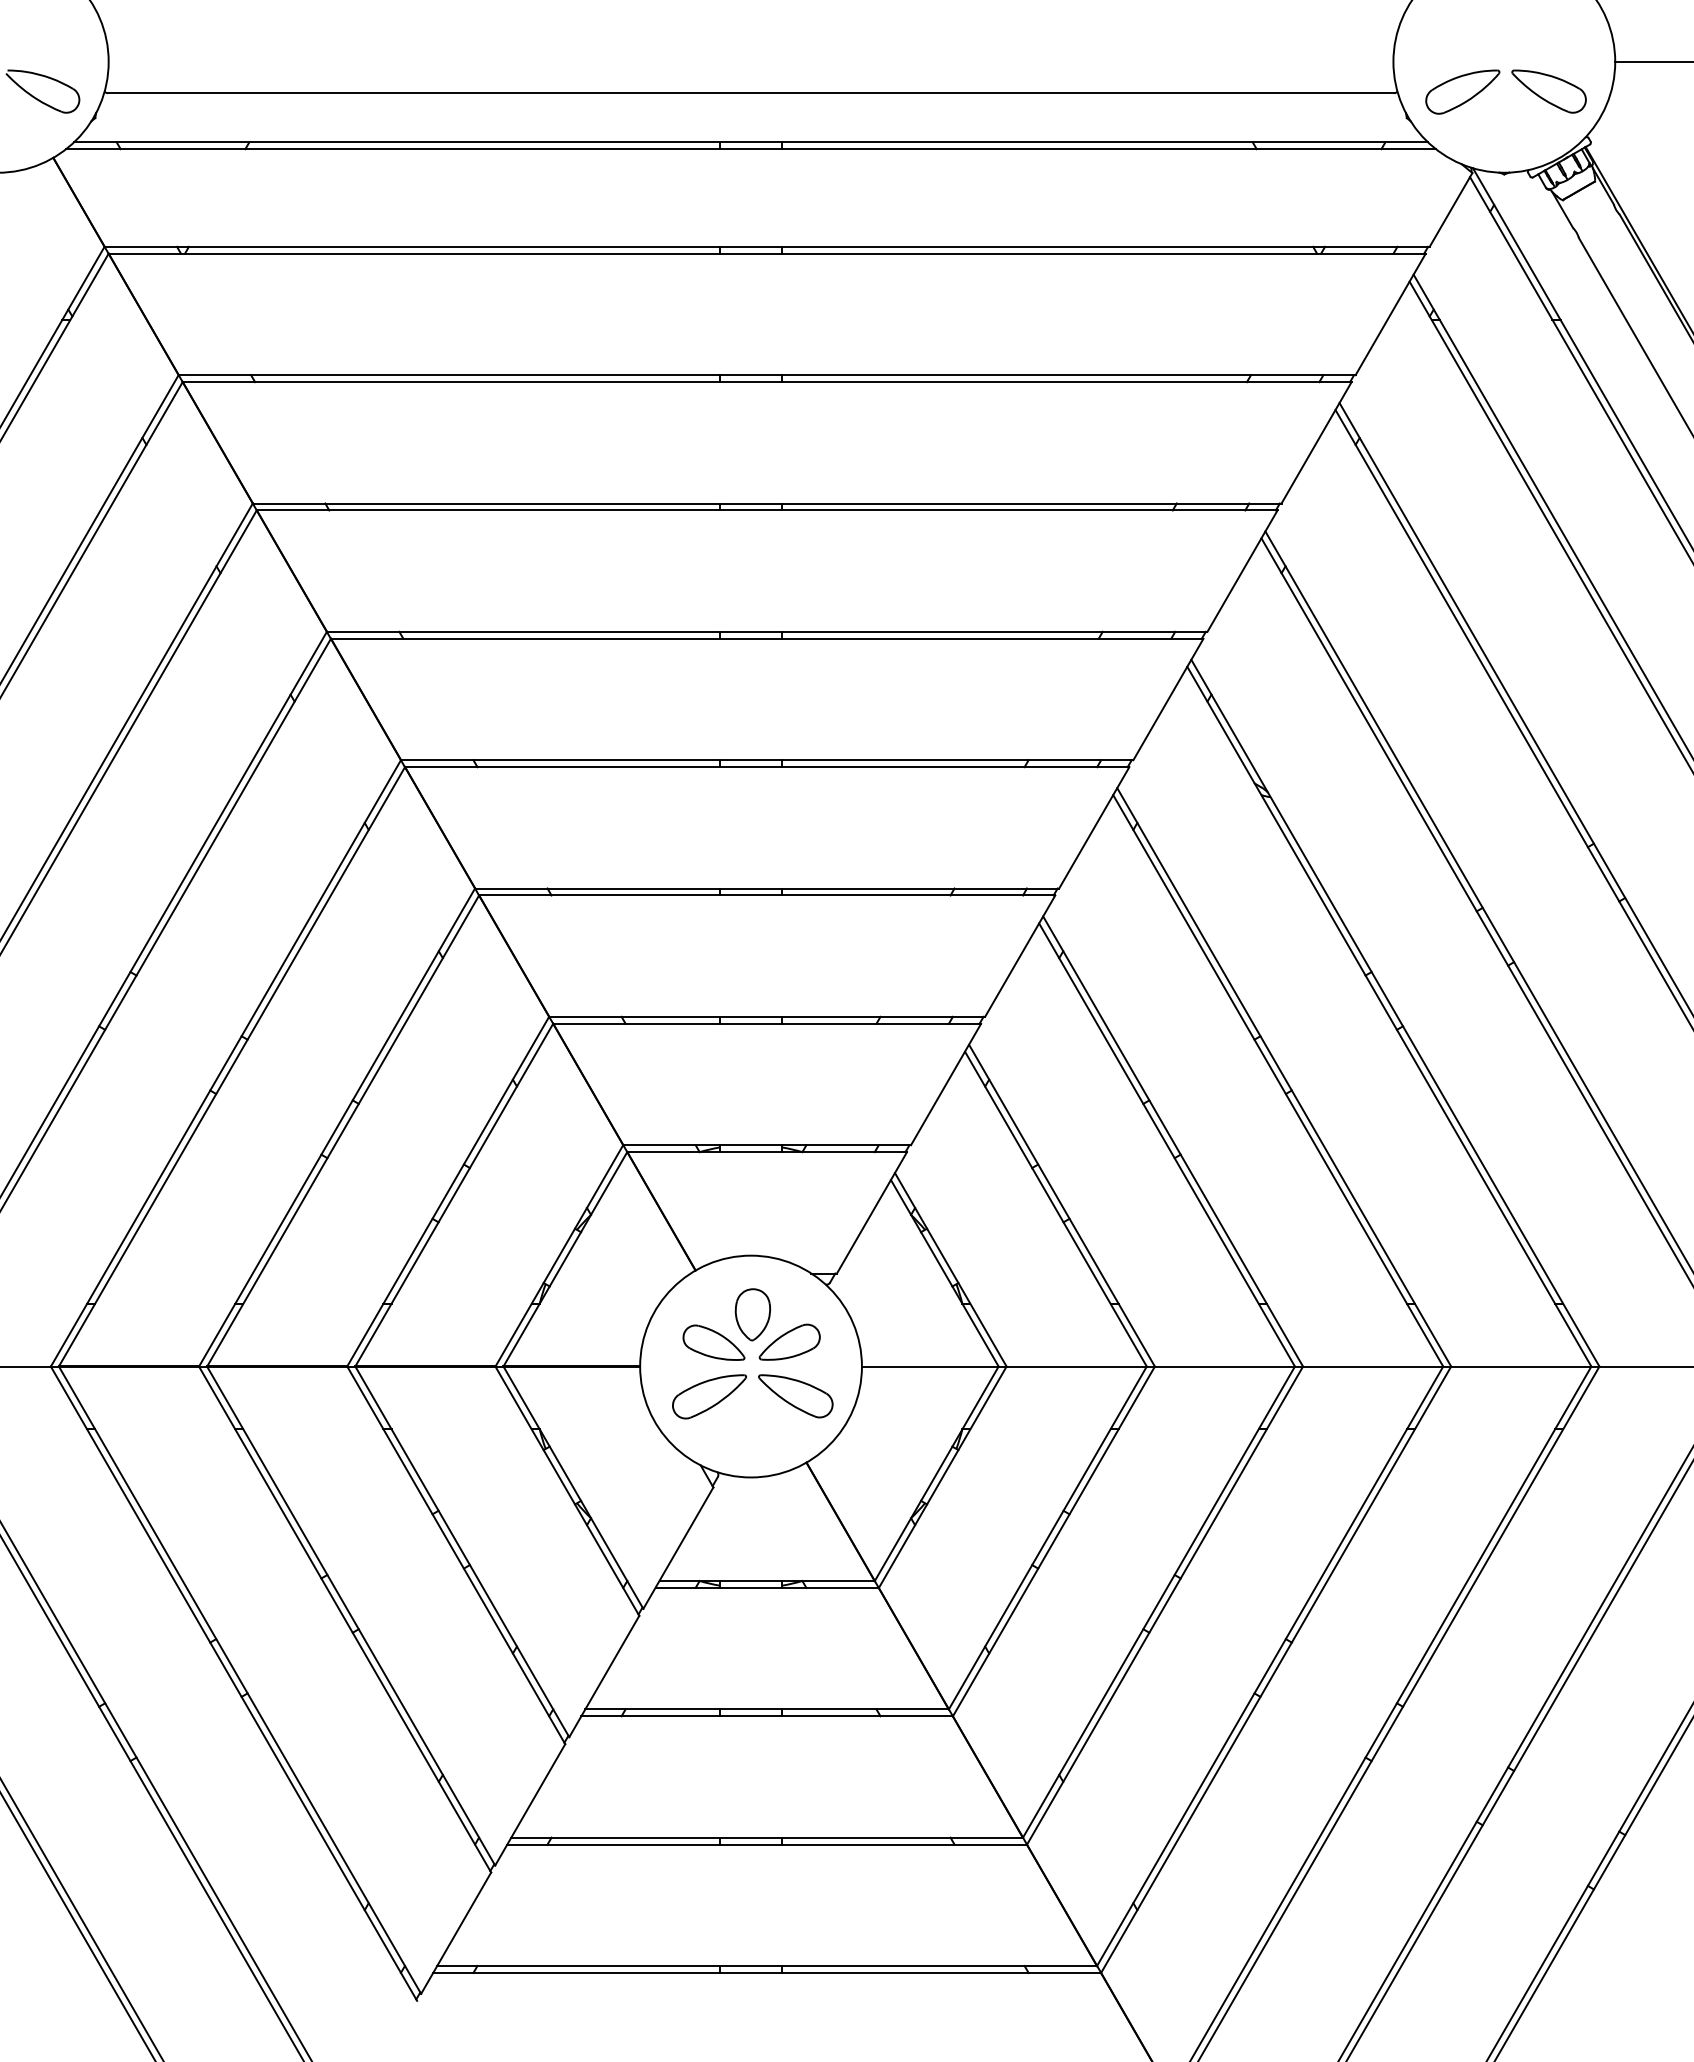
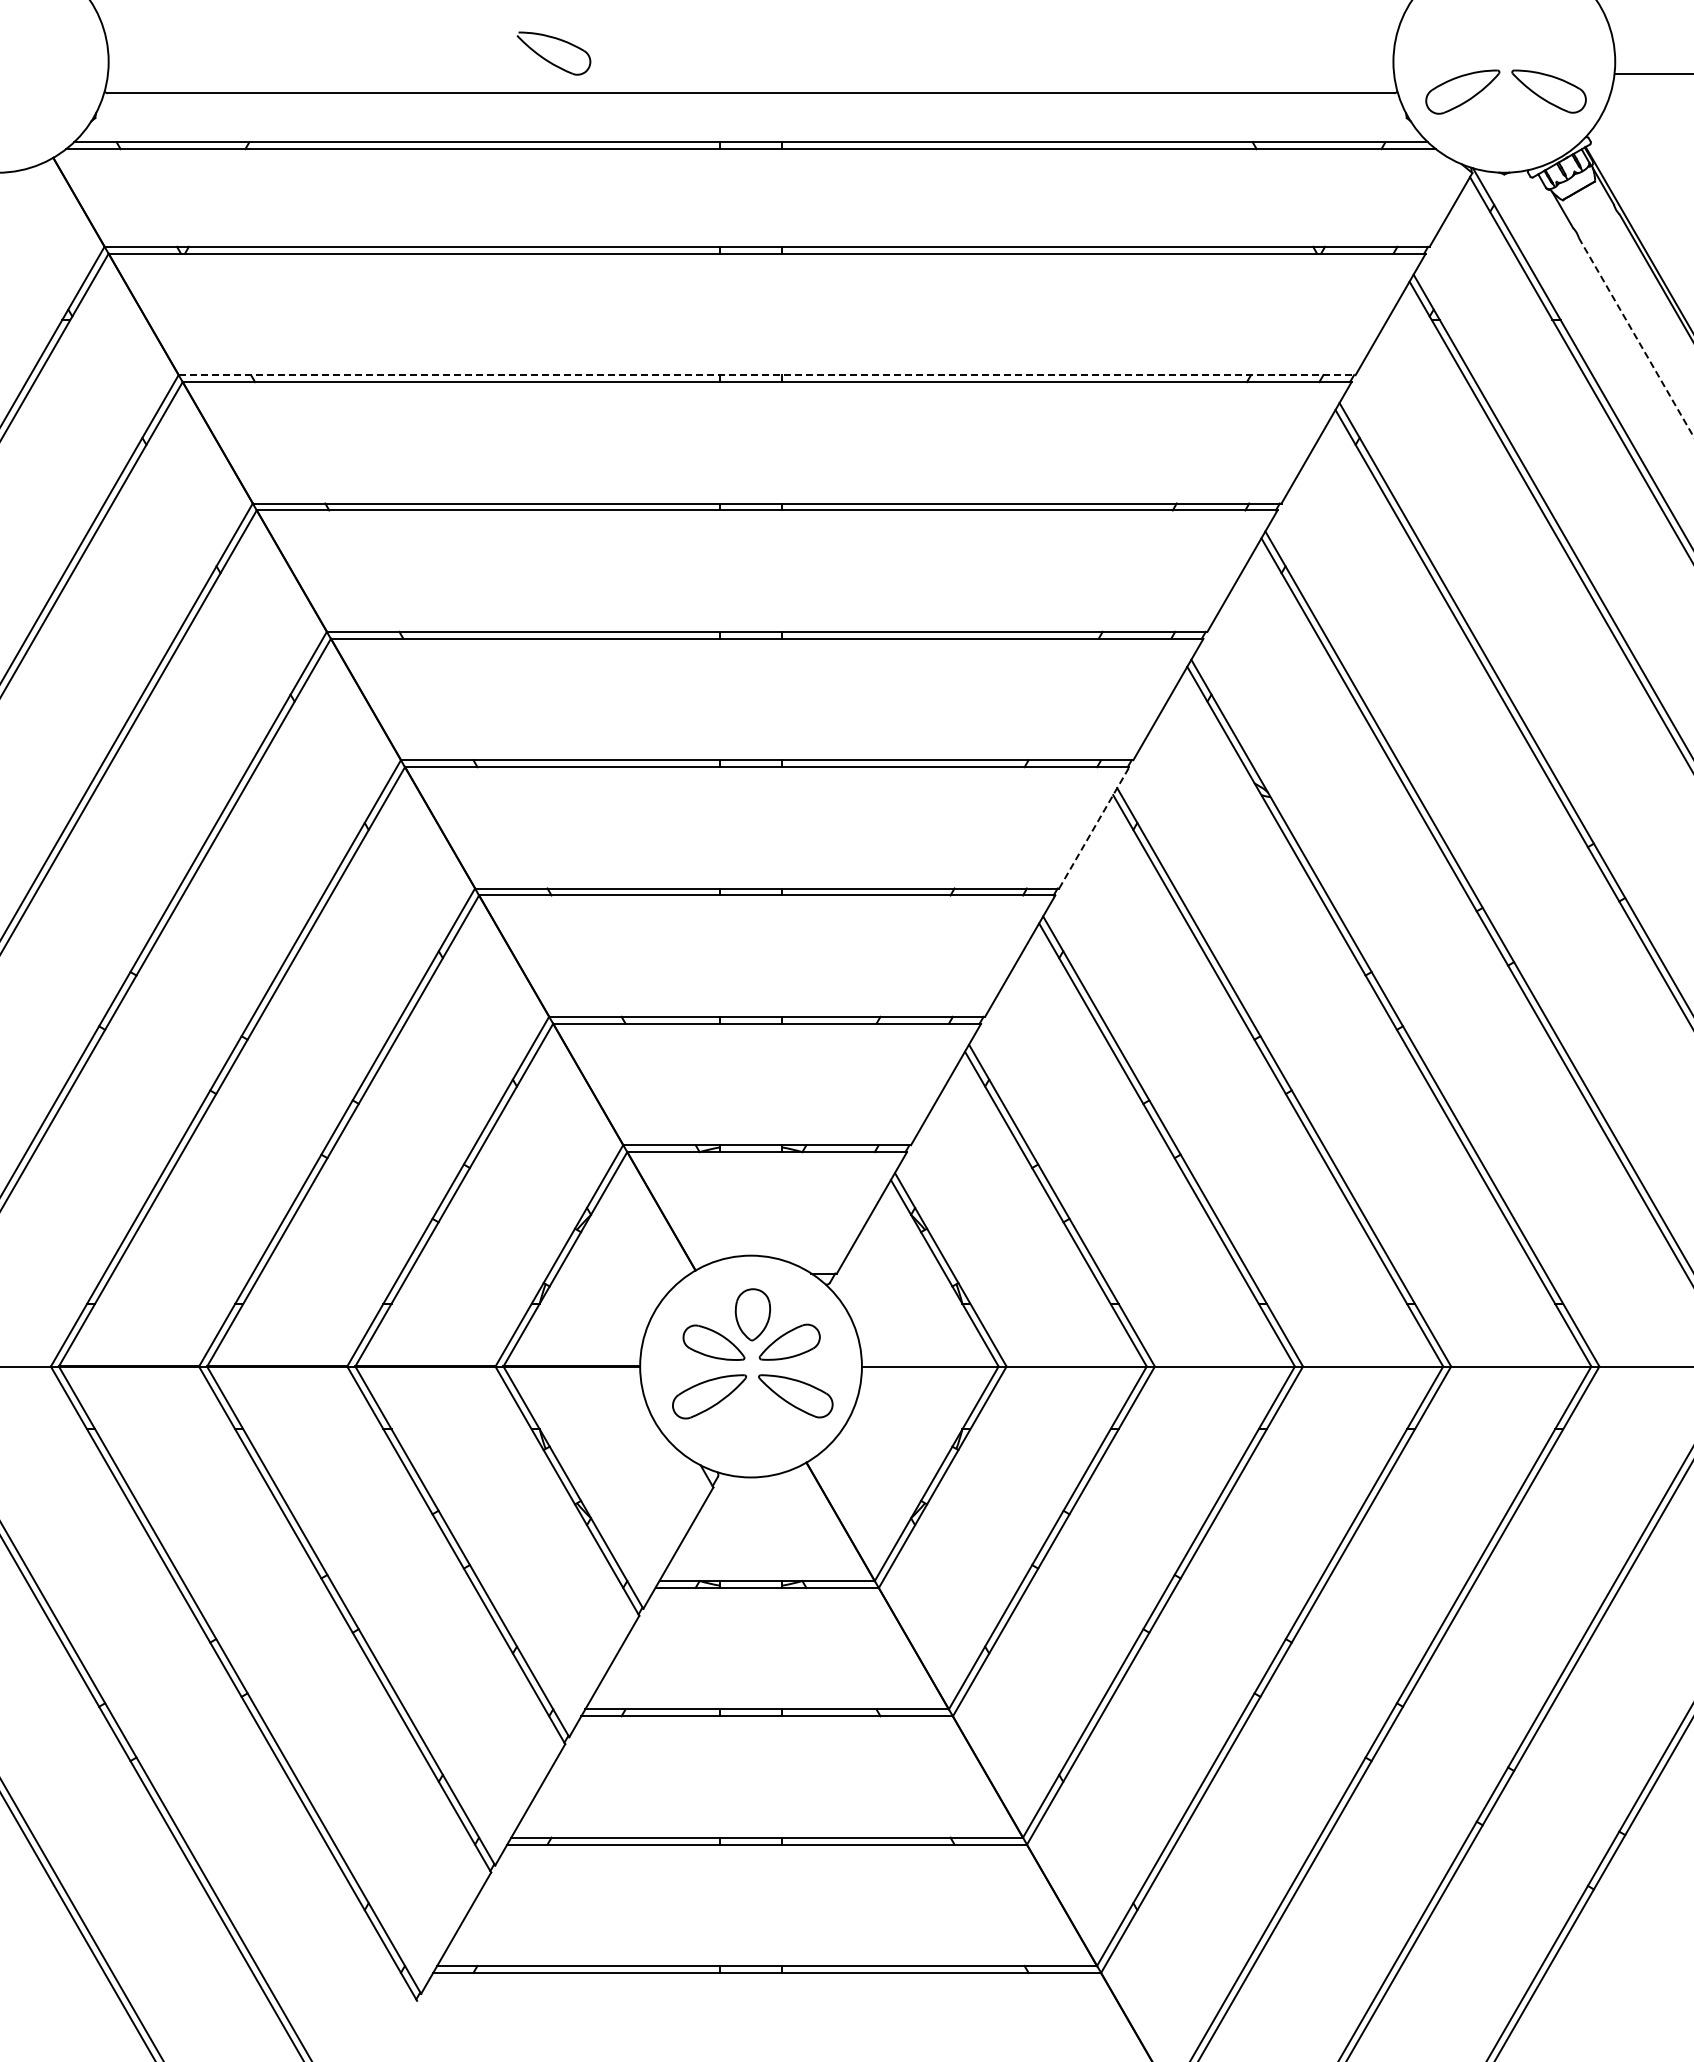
line at (1652, 61) position: (1652, 61) -> (1652, 73)
part at (36, 97) position: (36, 97) -> (547, 59)
line at (1636, 337): solid -> dashed
line at (767, 375): solid -> dashed
line at (1094, 827): solid -> dashed
